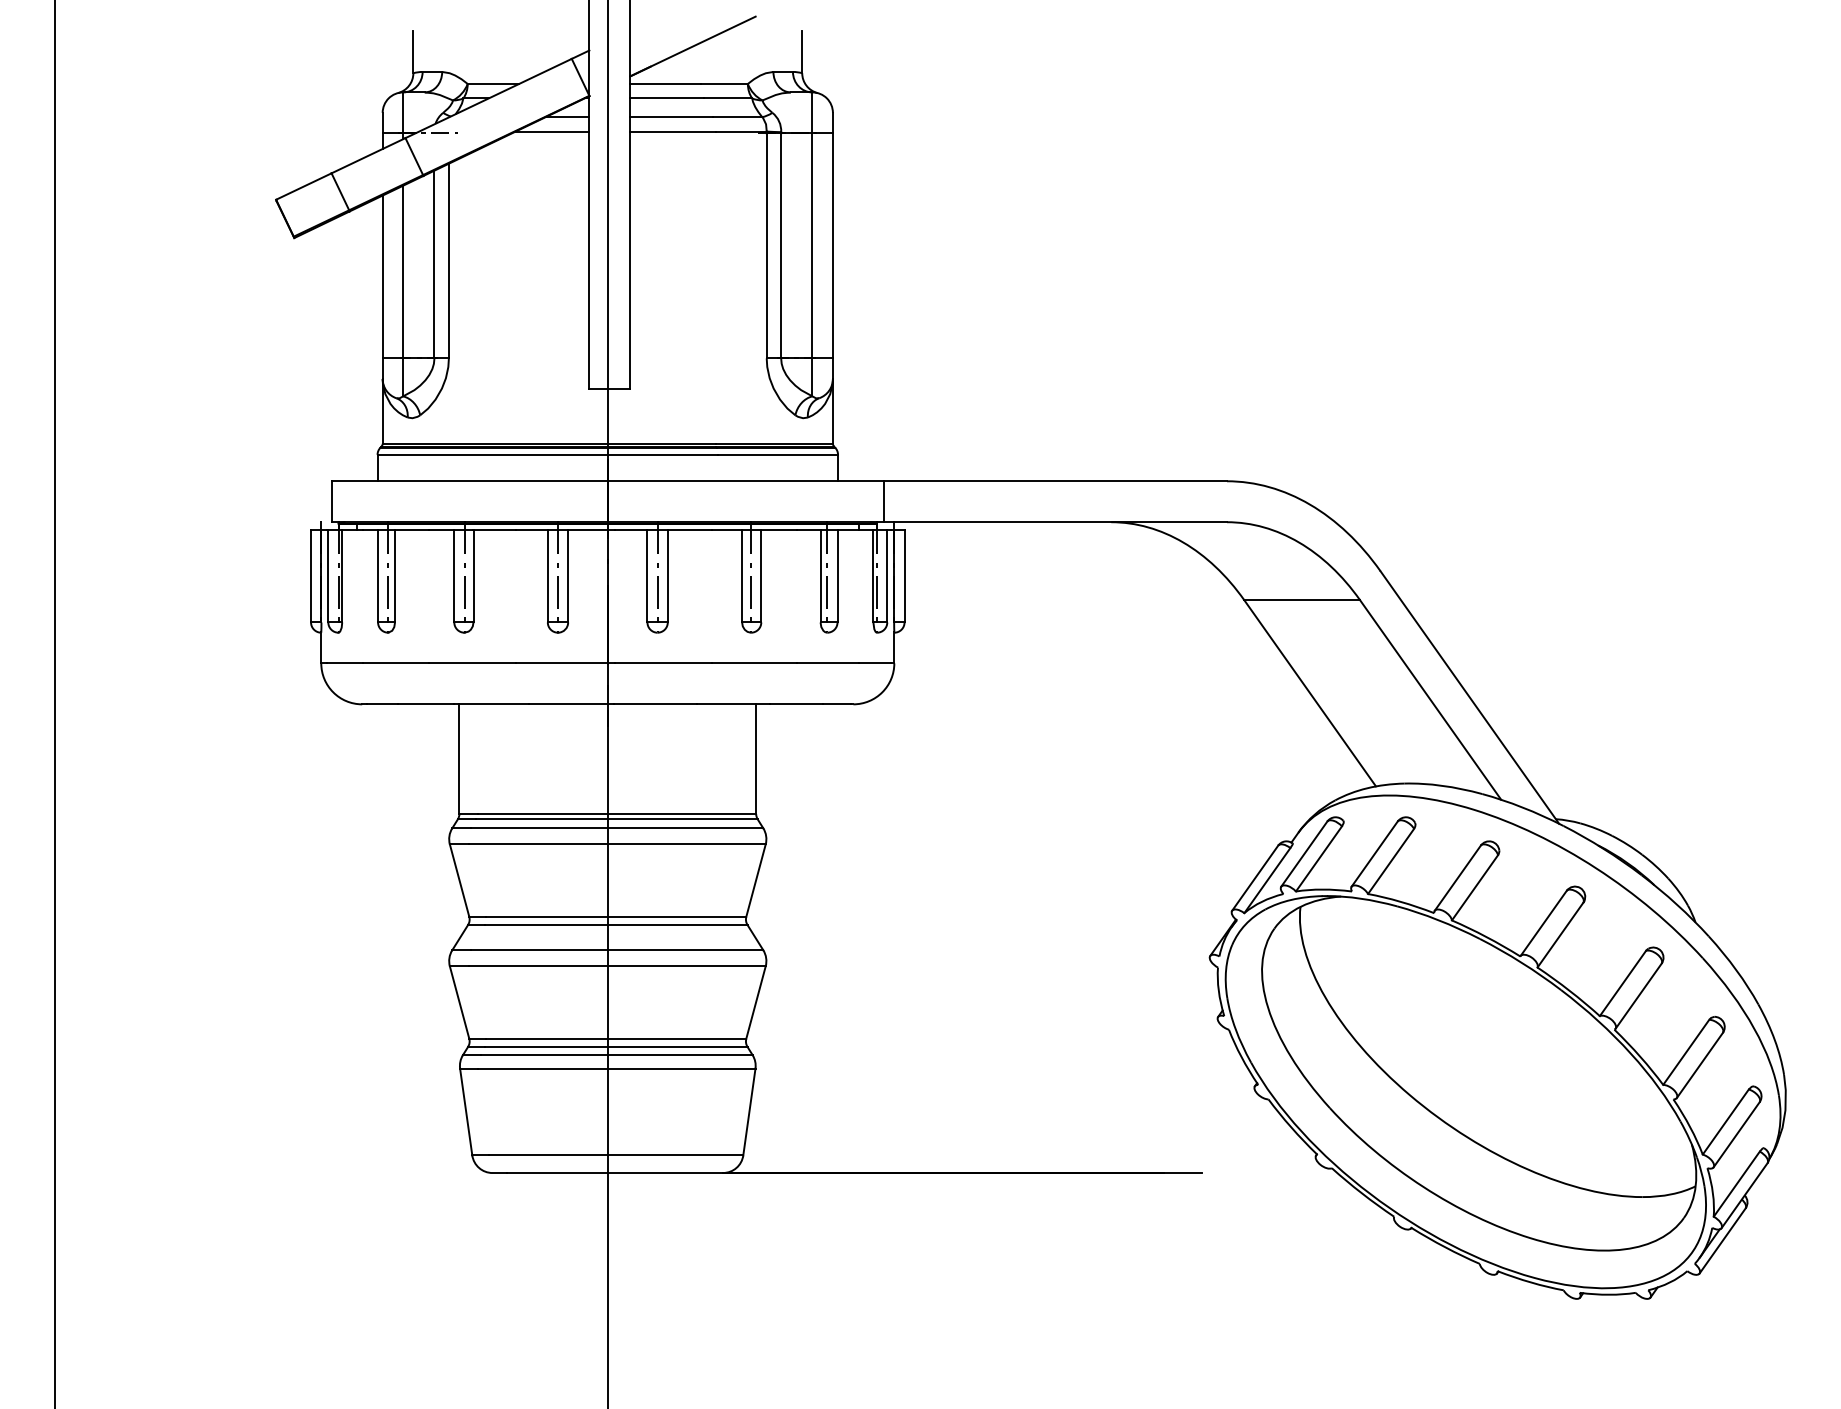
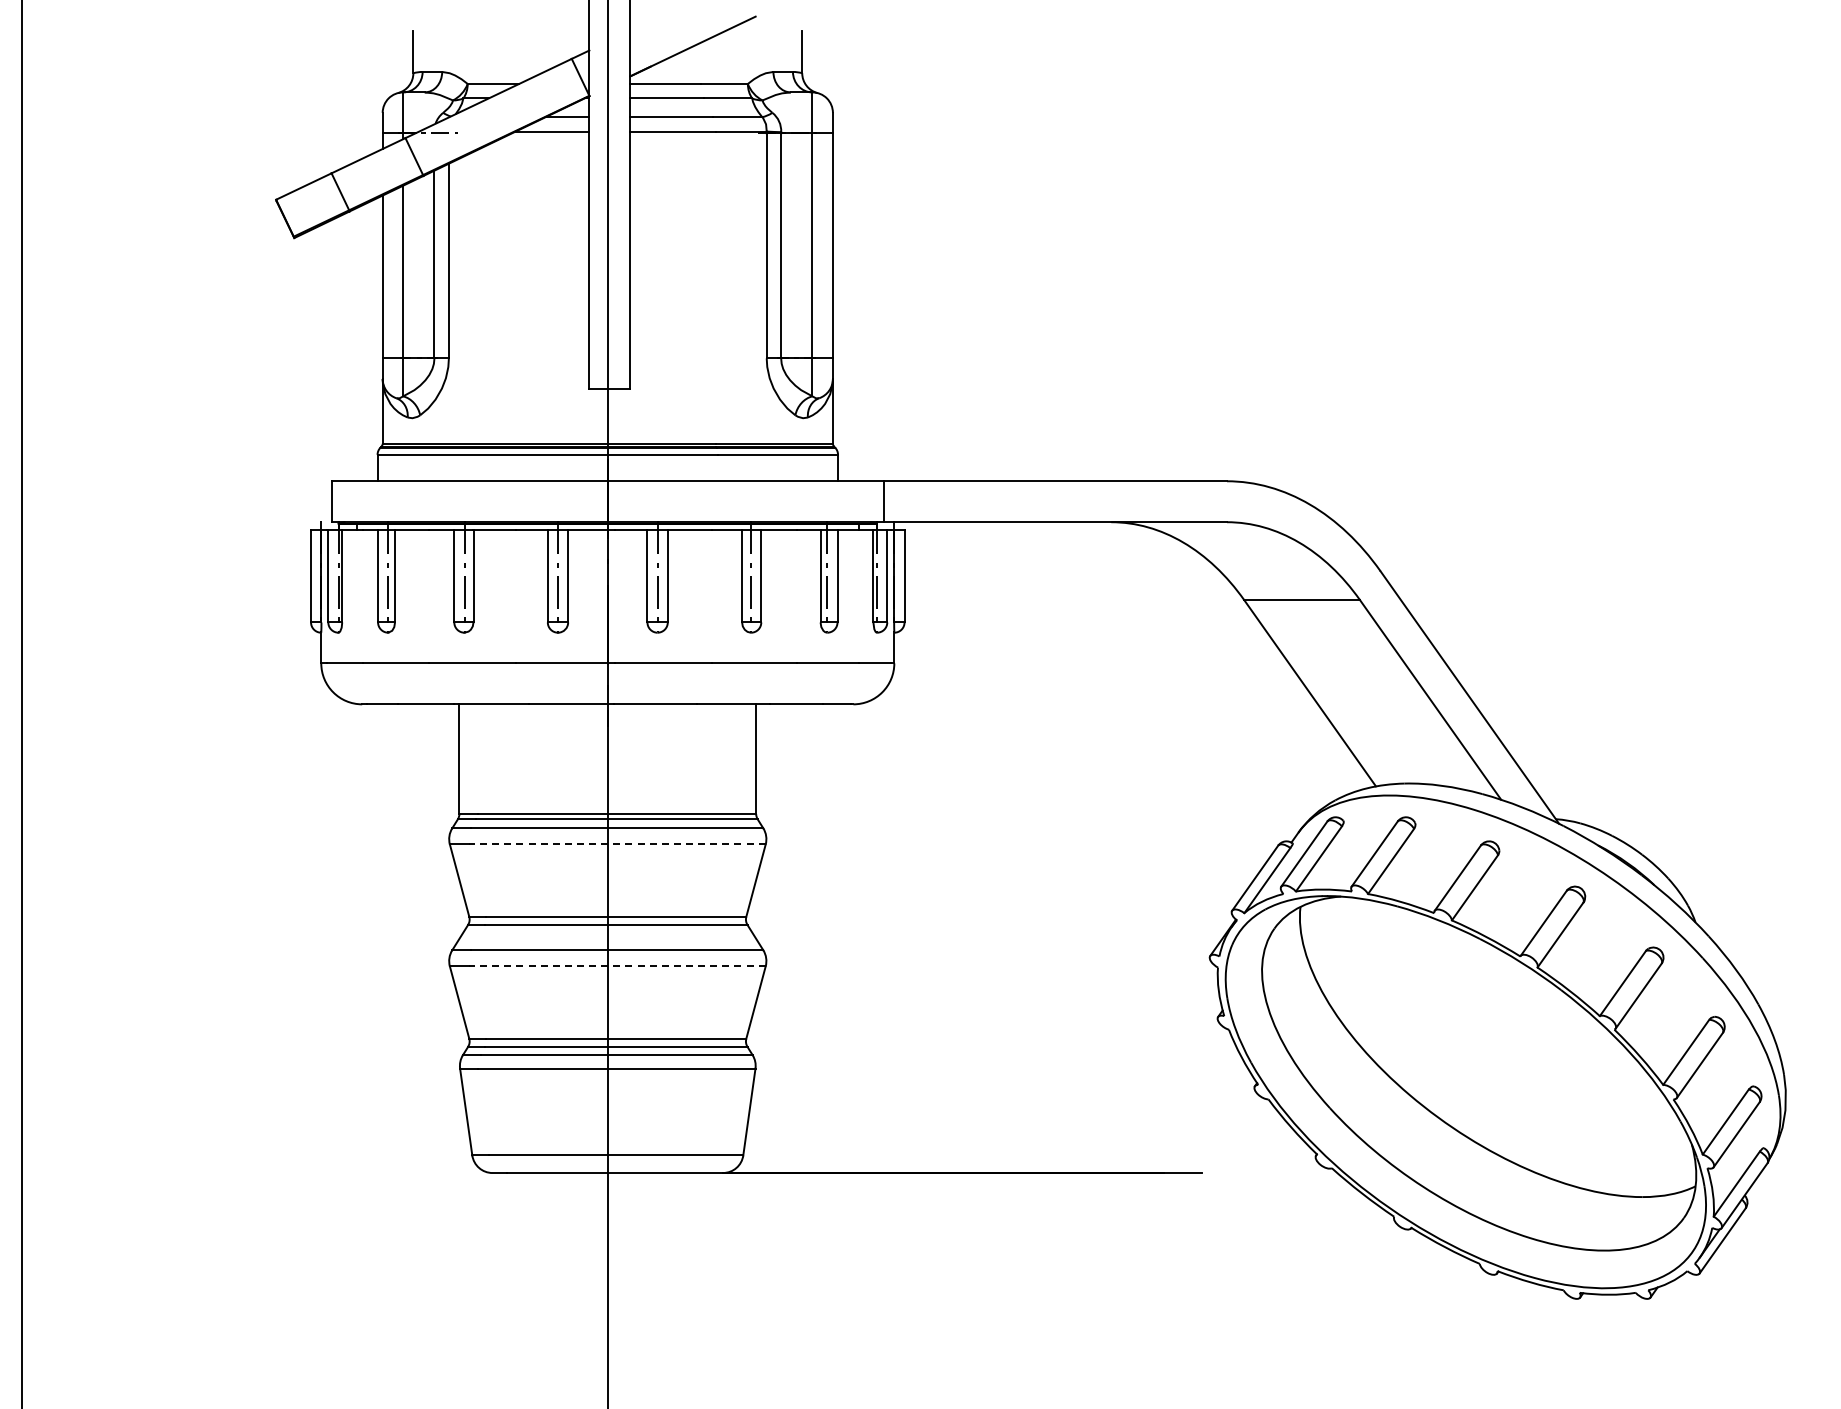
line at (55, 703) position: (55, 703) -> (22, 703)
line at (616, 844): solid -> dashed
line at (616, 966): solid -> dashed
